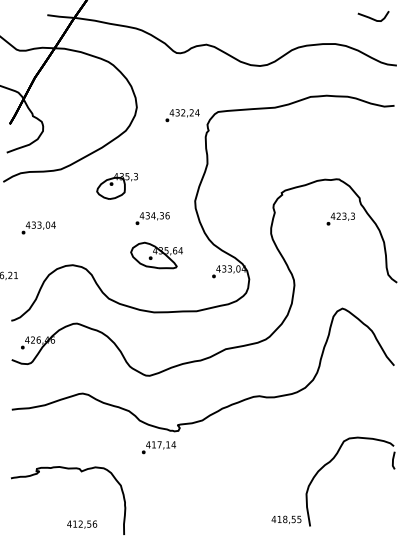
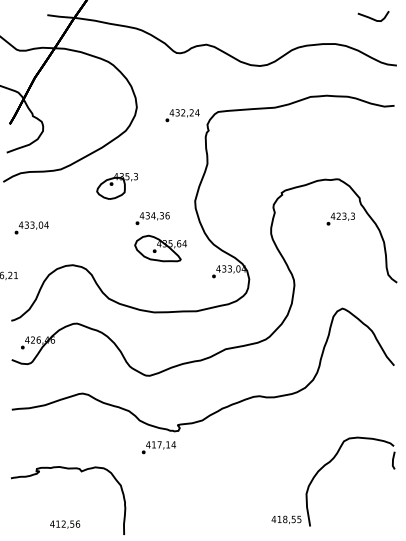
text at (38, 227) position: (38, 227) -> (31, 227)
part at (156, 255) position: (156, 255) -> (160, 248)
text at (82, 524) position: (82, 524) -> (65, 524)
